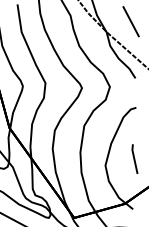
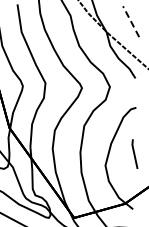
line at (130, 21): solid -> dashed
line at (134, 158) position: (134, 158) -> (134, 153)
